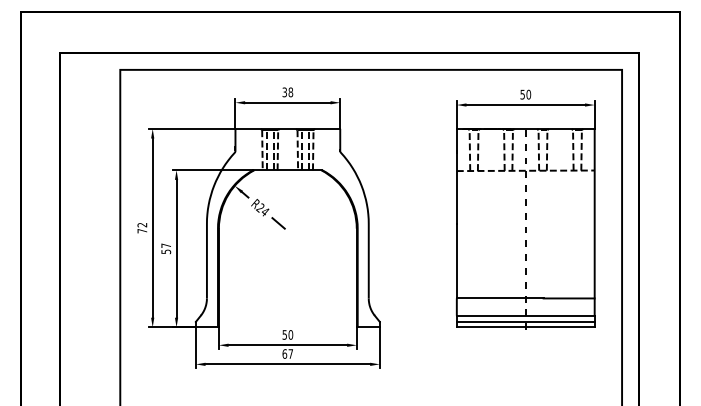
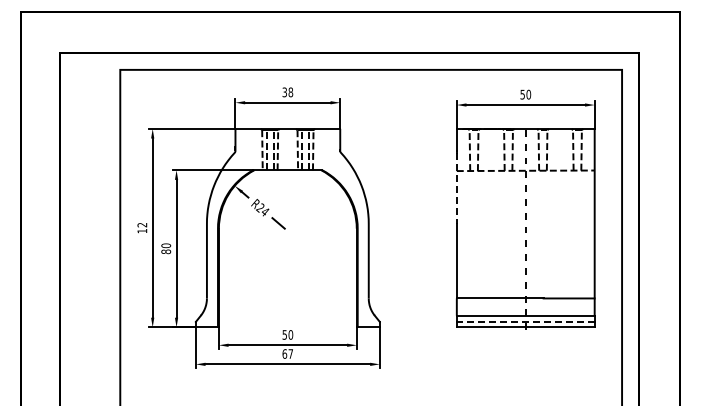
line at (456, 188): solid -> dashed
text at (142, 231): 72 -> 12
text at (166, 248): 57 -> 80
line at (525, 321): solid -> dashed
